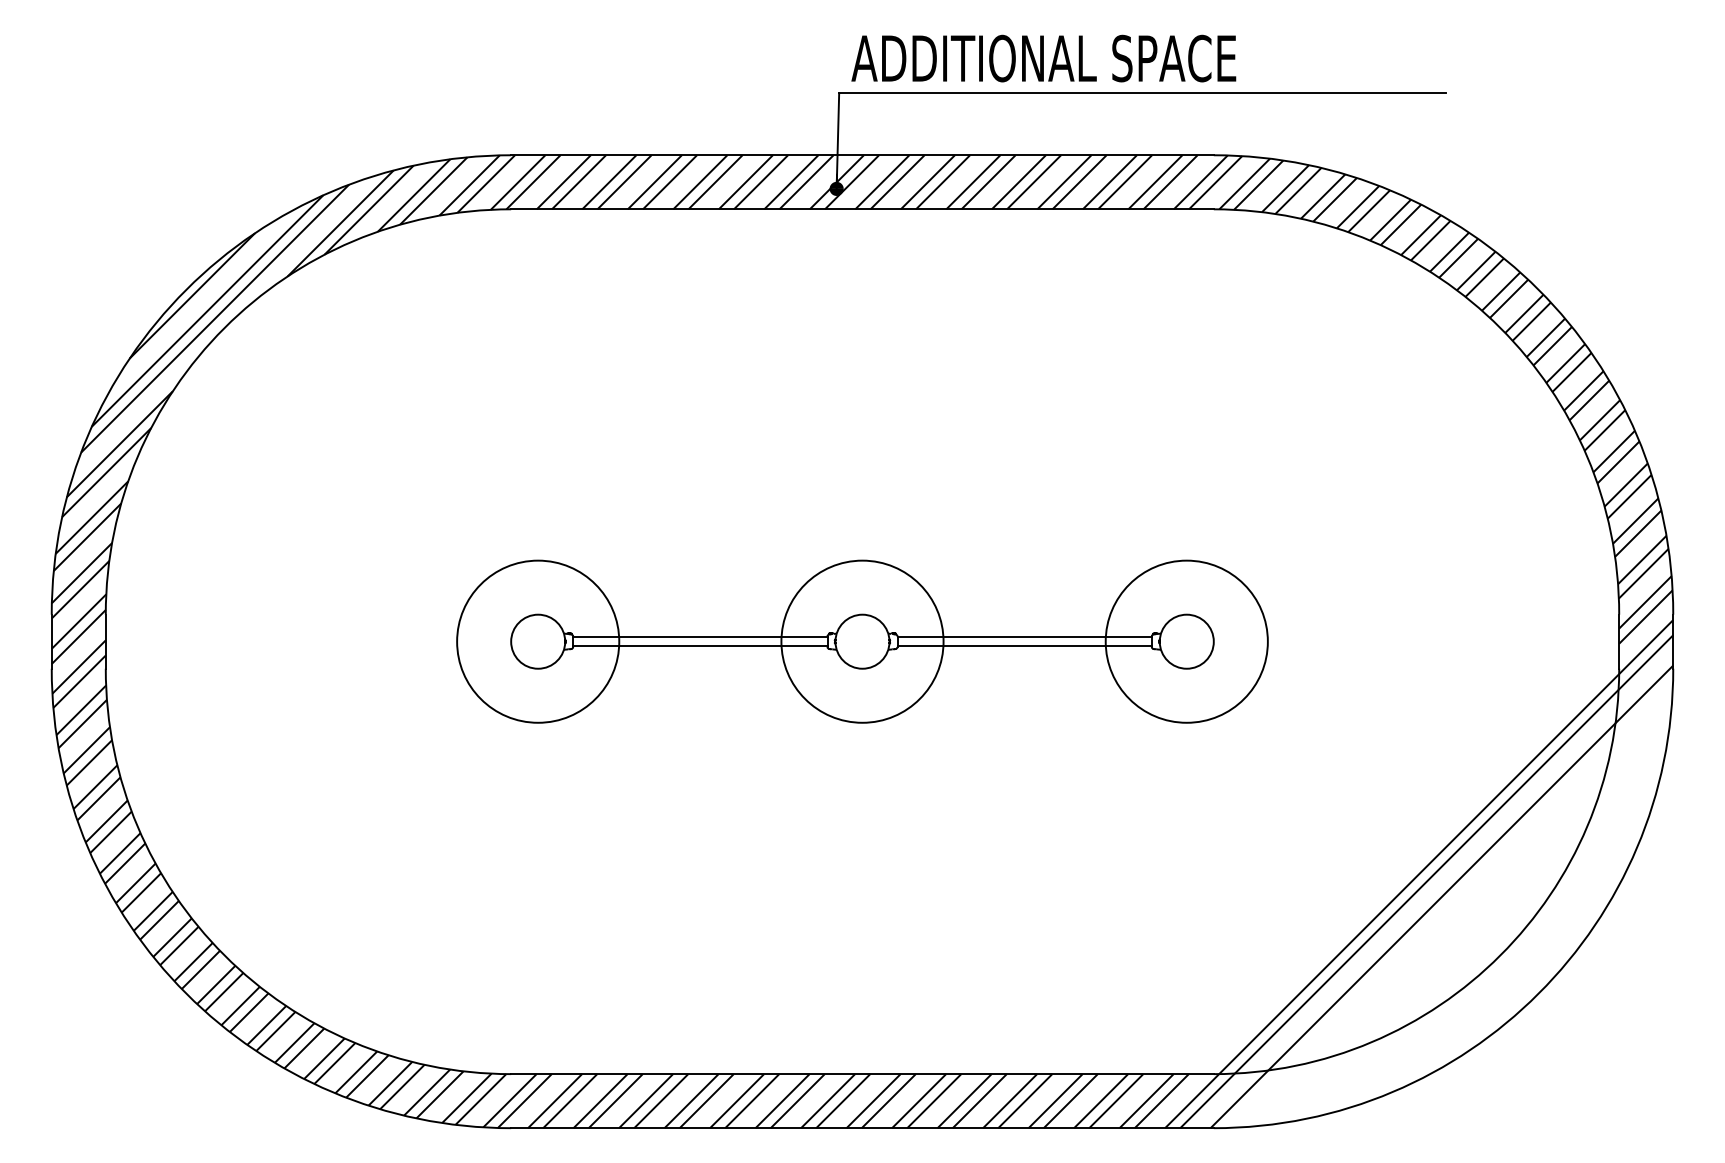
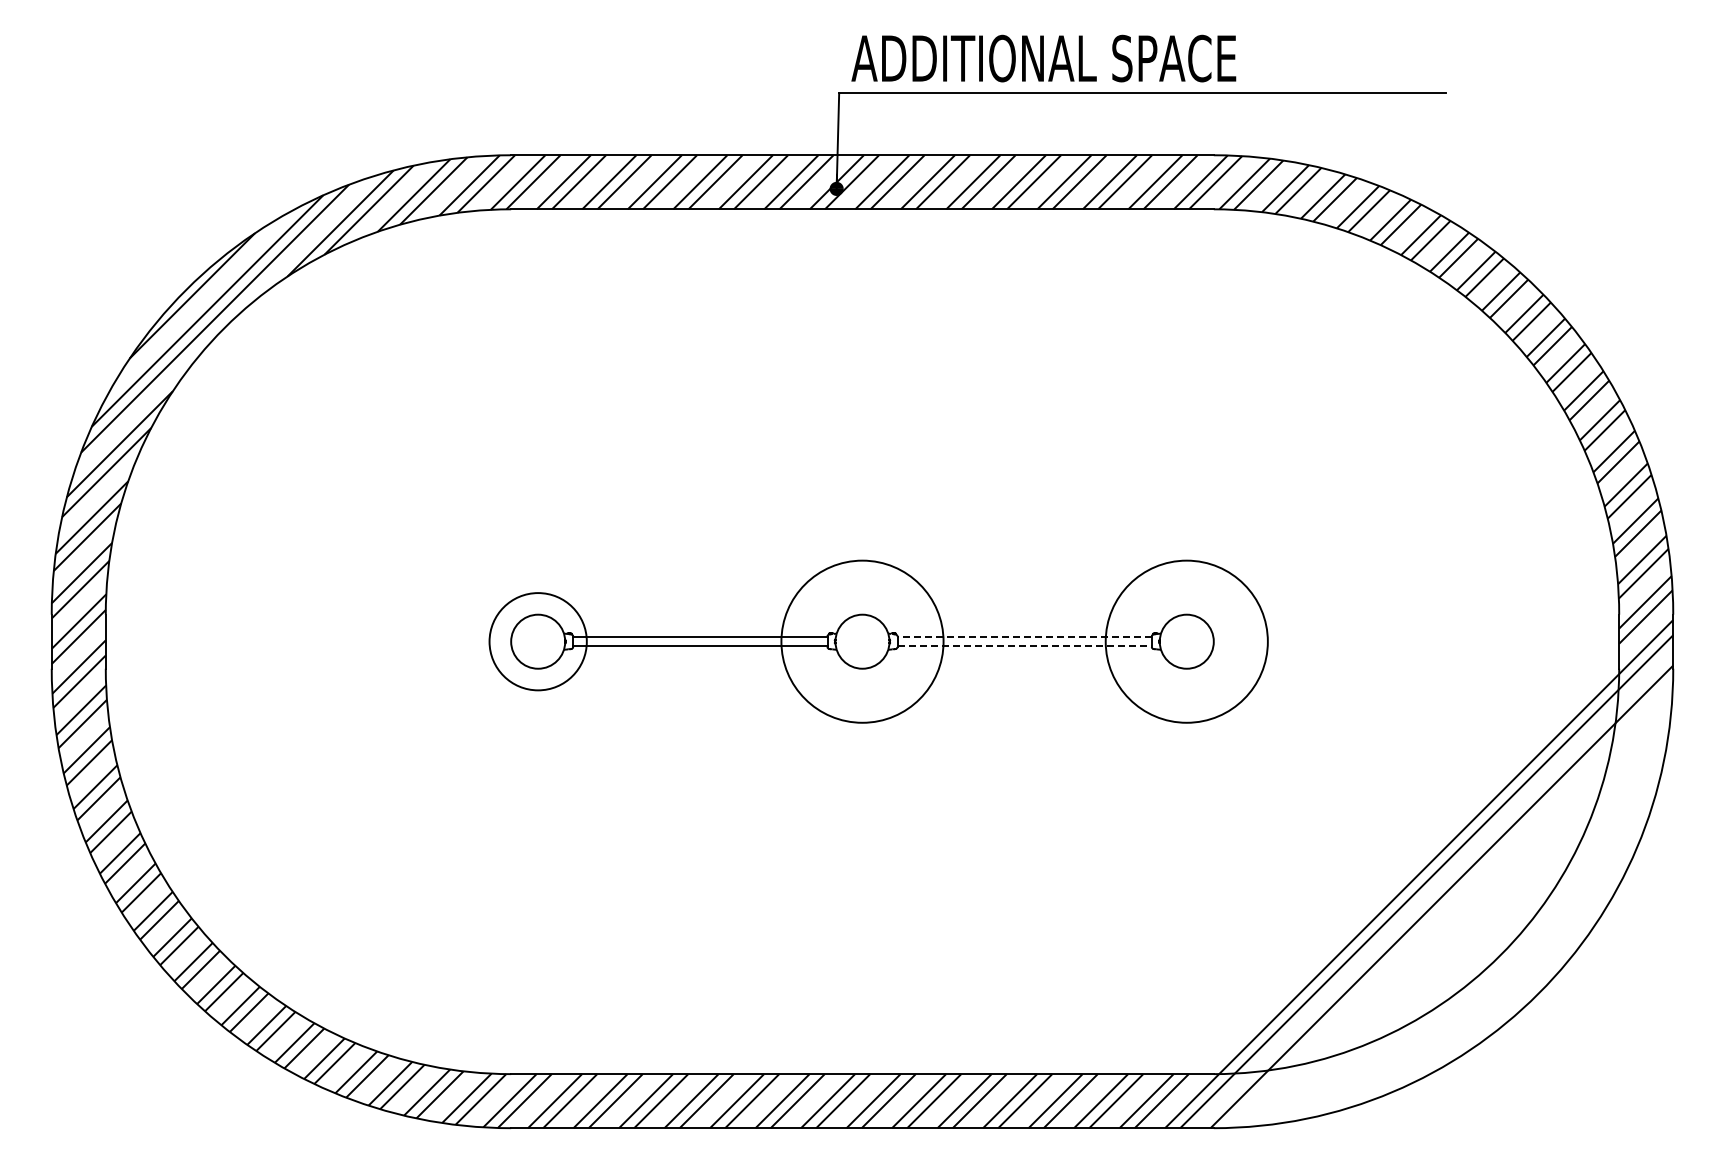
line at (1024, 637): solid -> dashed
circle at (538, 641) diameter: 162 px -> 97 px
line at (1025, 646): solid -> dashed
